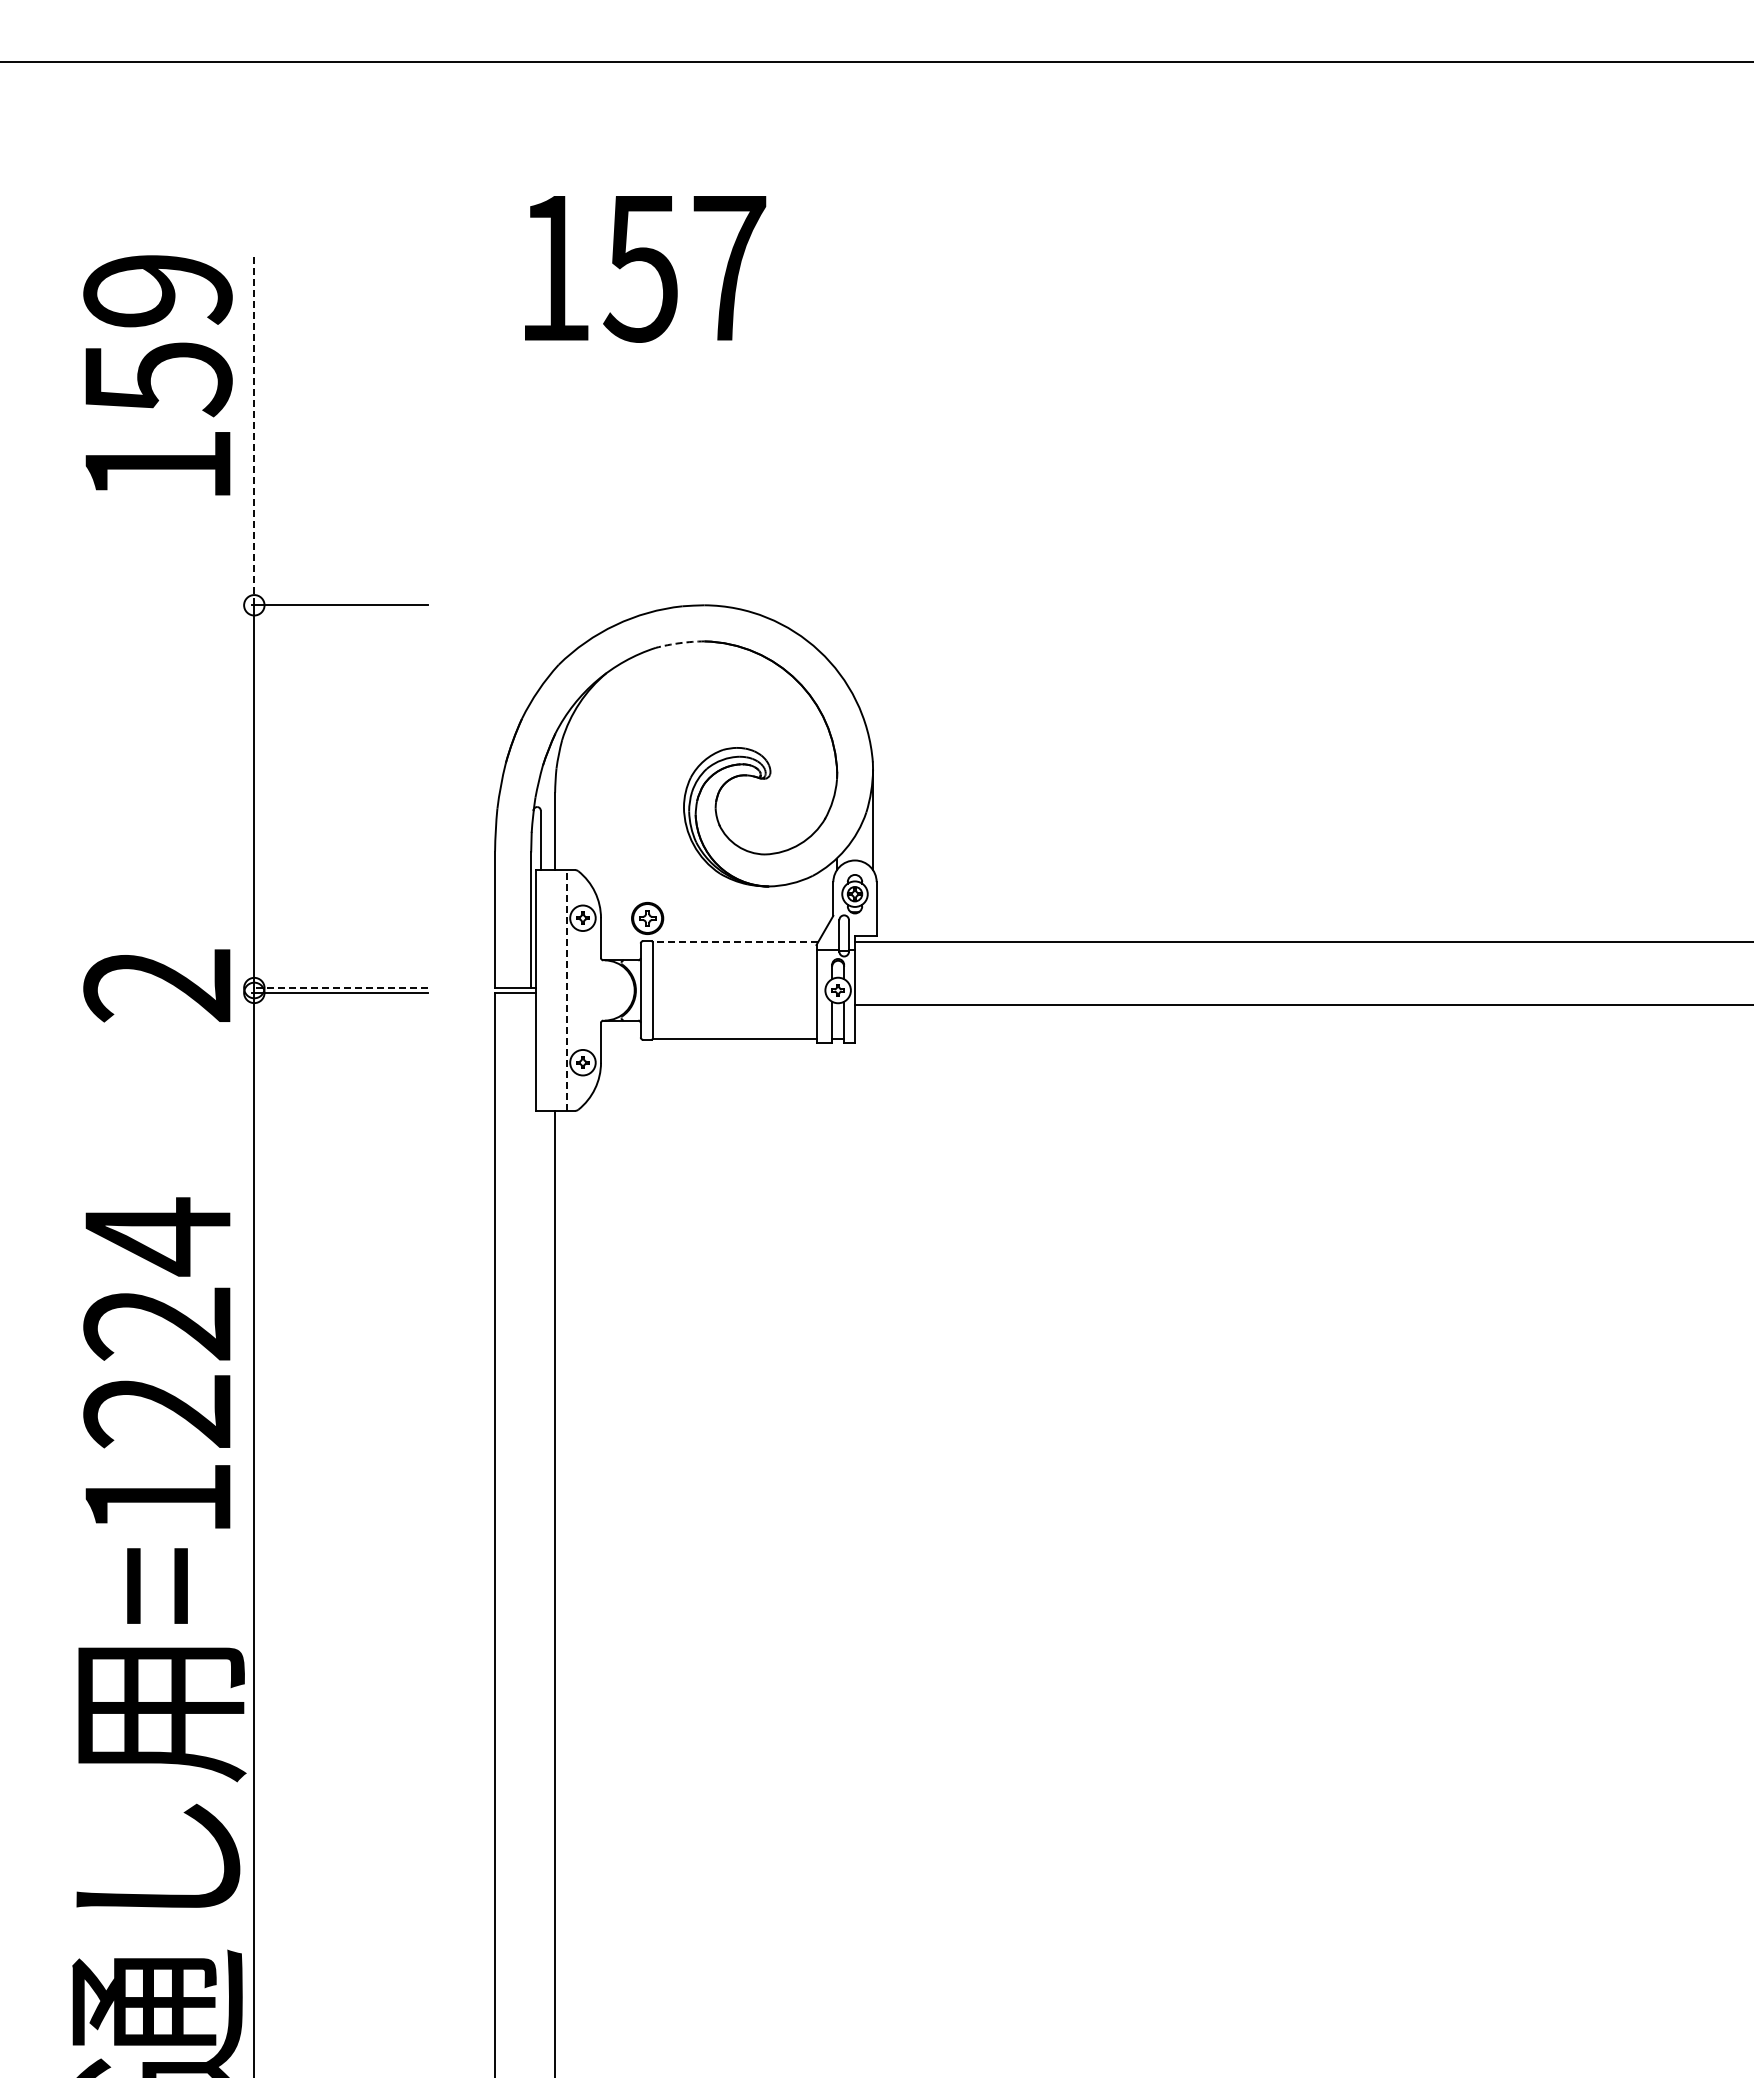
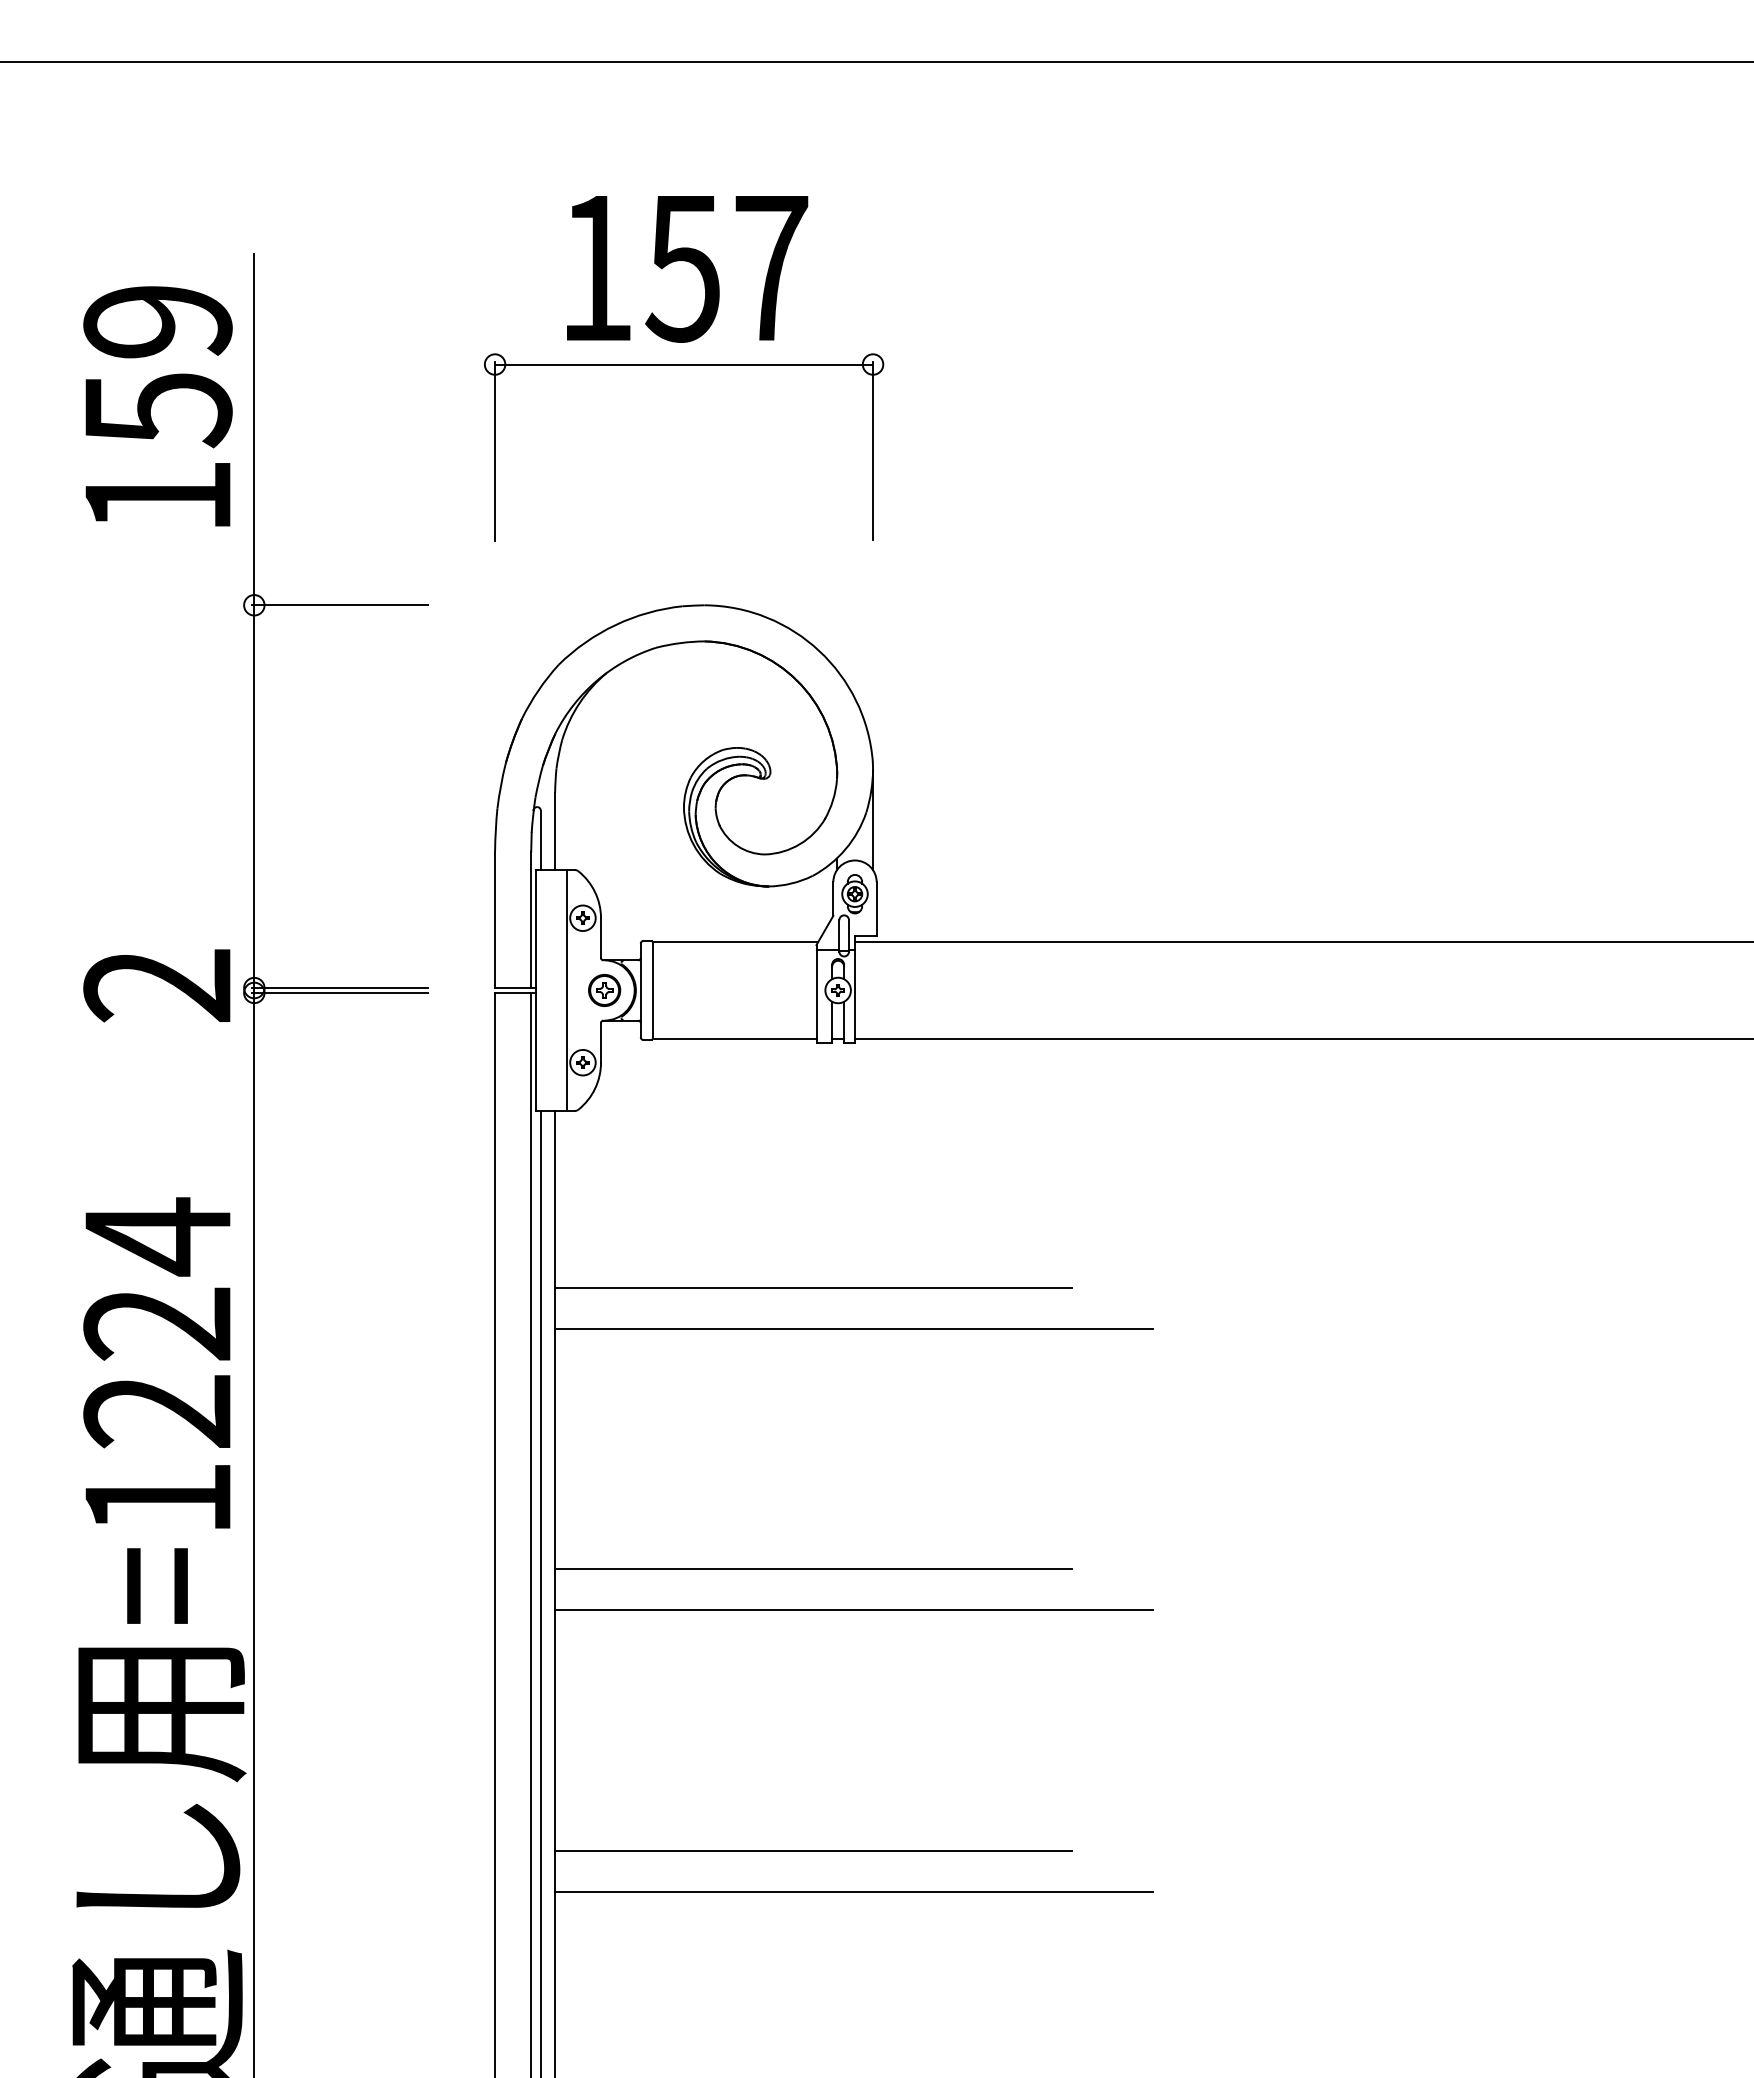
text at (645, 269) position: (645, 269) -> (687, 269)
part at (684, 365): none -> present
text at (157, 375) position: (157, 375) -> (157, 406)
line at (254, 429): dashed -> solid
arc at (679, 643): dashed -> solid
part at (647, 918) position: (647, 918) -> (604, 990)
line at (735, 941): dashed -> solid
line at (339, 988): dashed -> solid
line at (567, 989): dashed -> solid
line at (1302, 1005) position: (1302, 1005) -> (1302, 1039)
line at (813, 1287): none -> present
line at (853, 1328): none -> present
line at (531, 1533): none -> present
line at (813, 1569): none -> present
line at (540, 1592): none -> present
line at (853, 1610): none -> present
line at (813, 1851): none -> present
line at (853, 1892): none -> present
